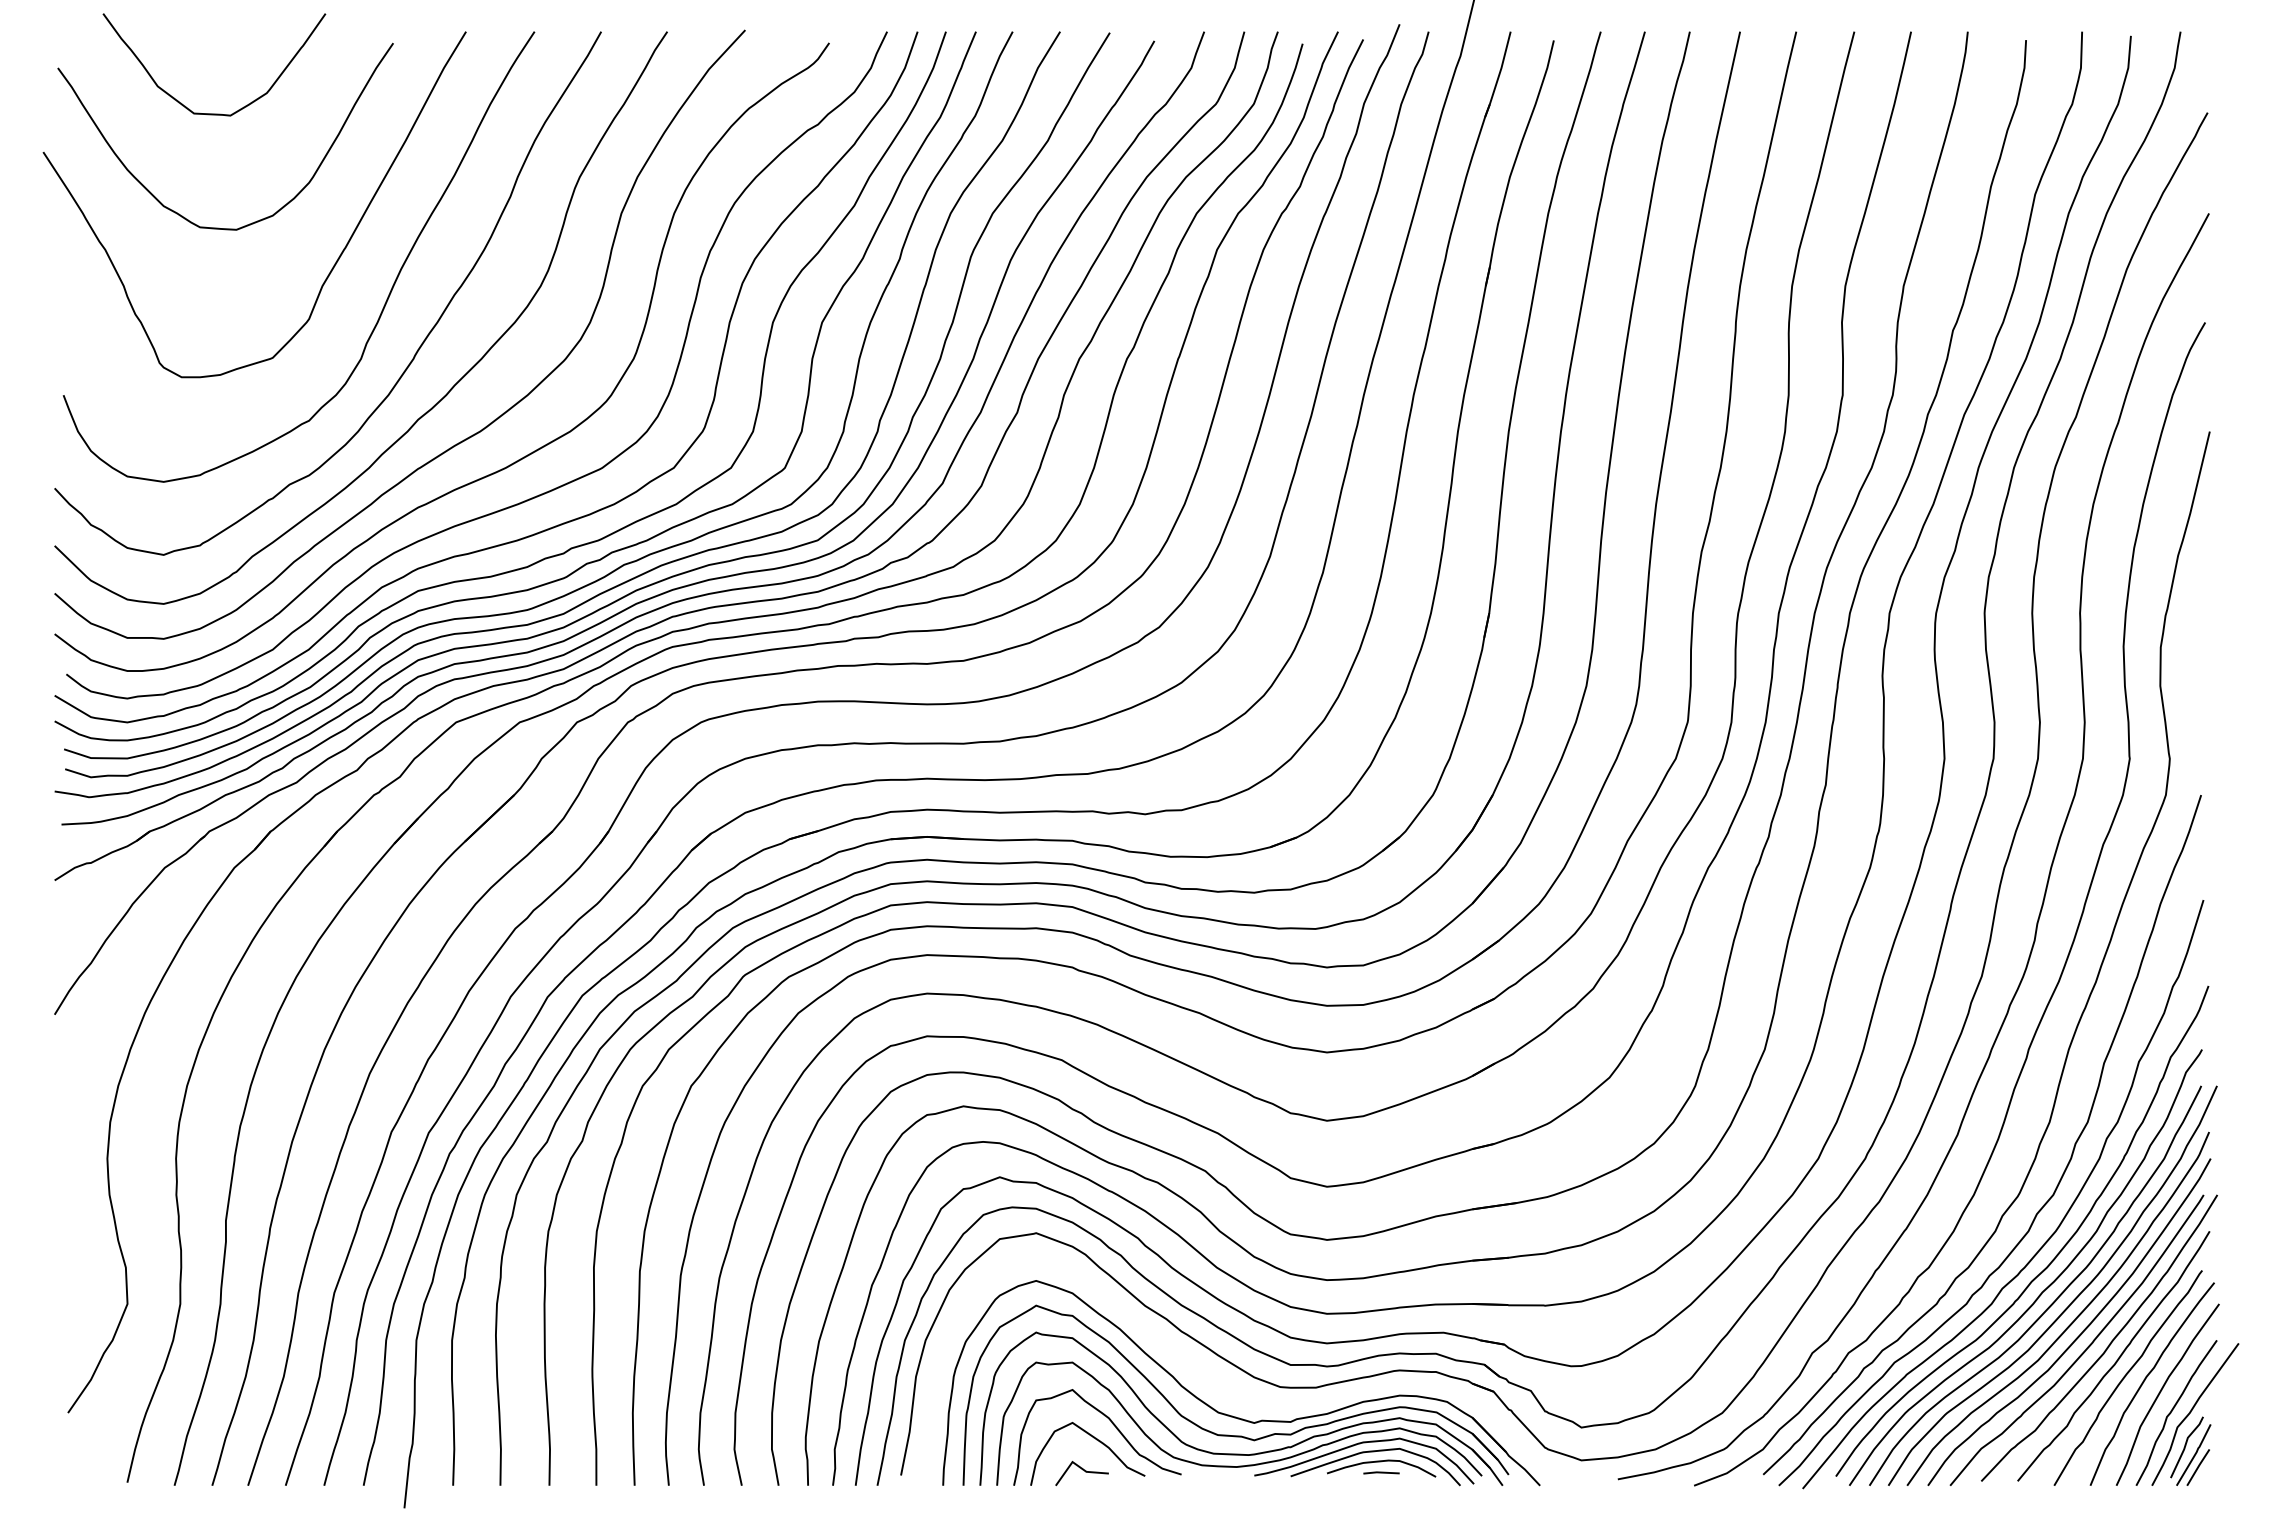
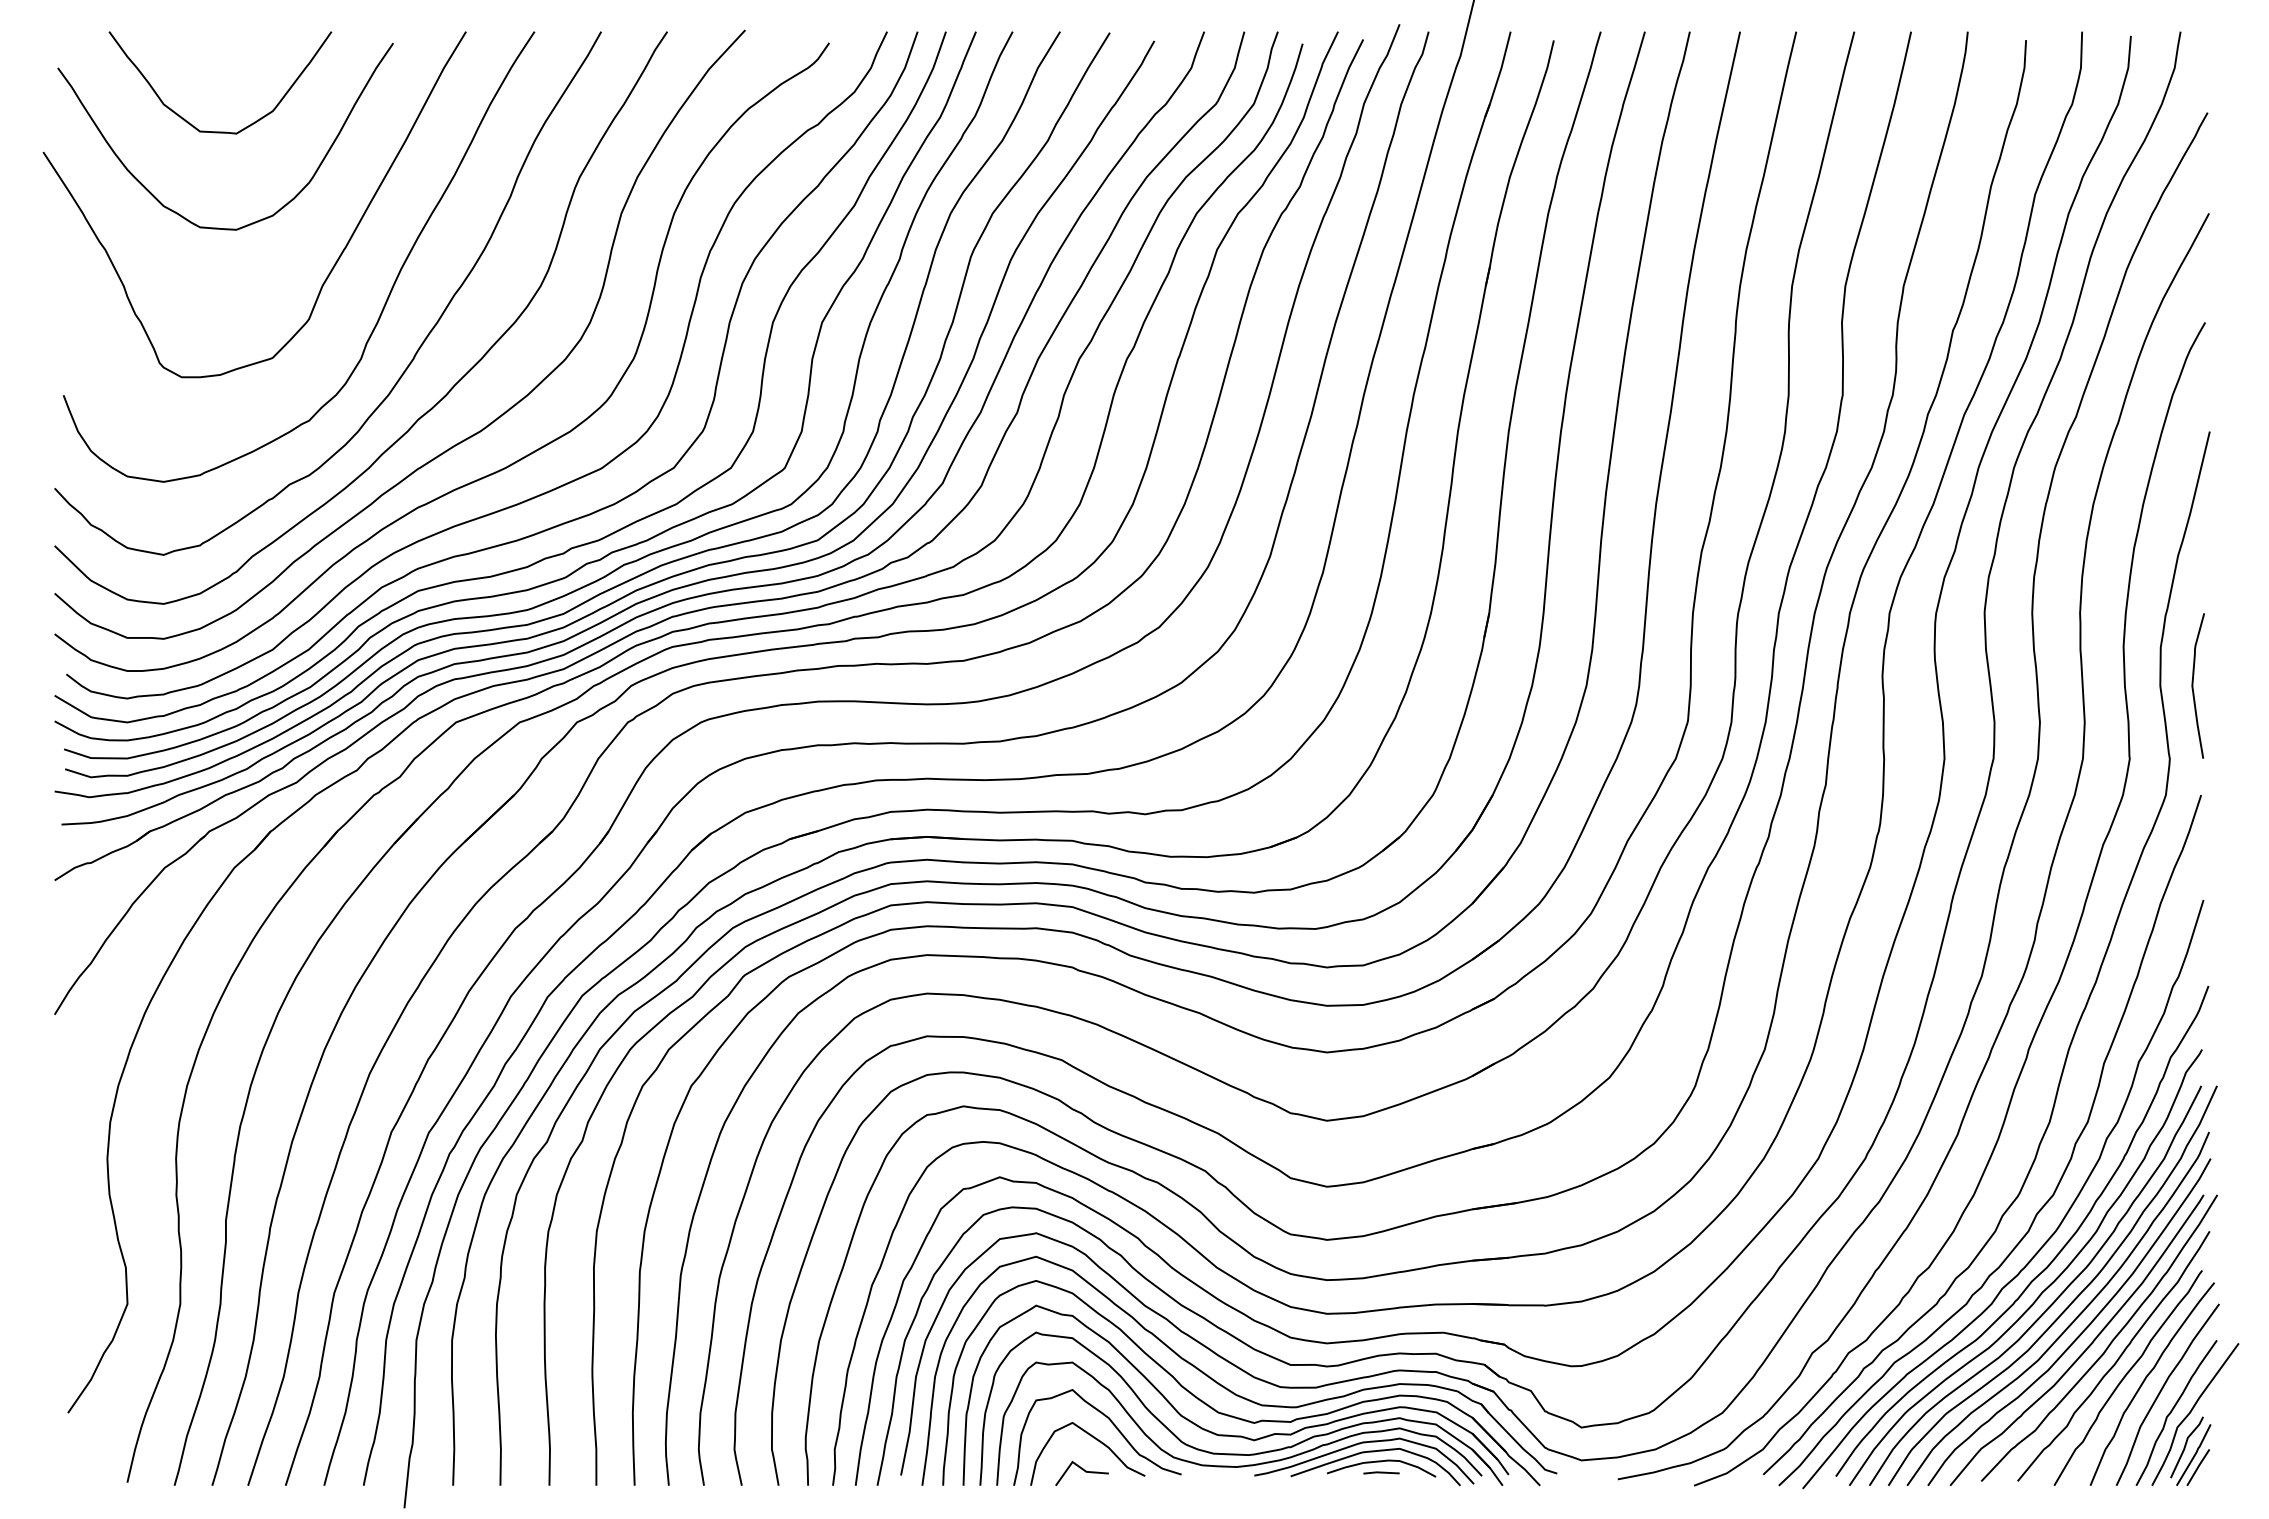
curve at (214, 113) position: (214, 113) -> (220, 131)
curve at (2193, 685): none -> present
part at (1228, 1388): none -> present
